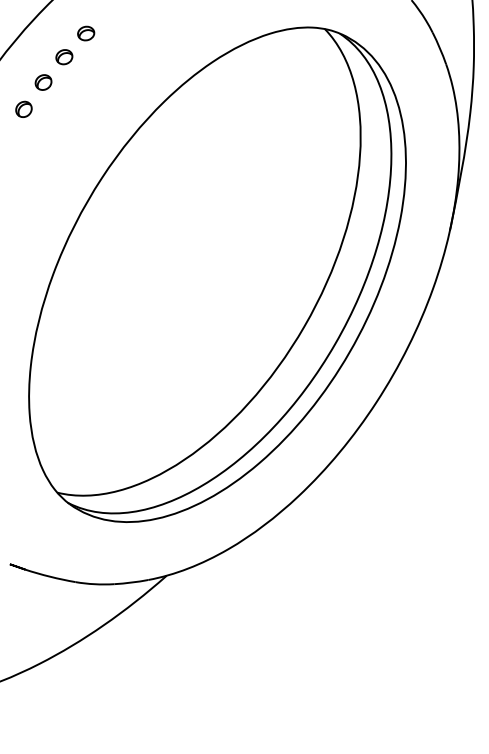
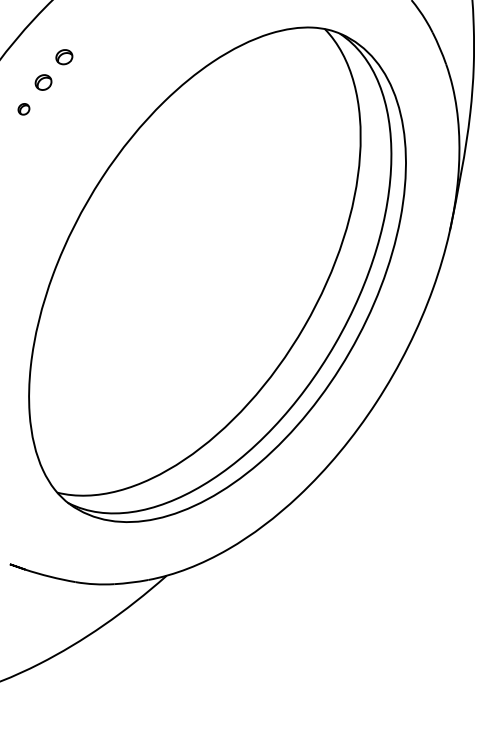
part at (86, 33): present -> none
part at (23, 108) size: 18x18 px -> 14x13 px
